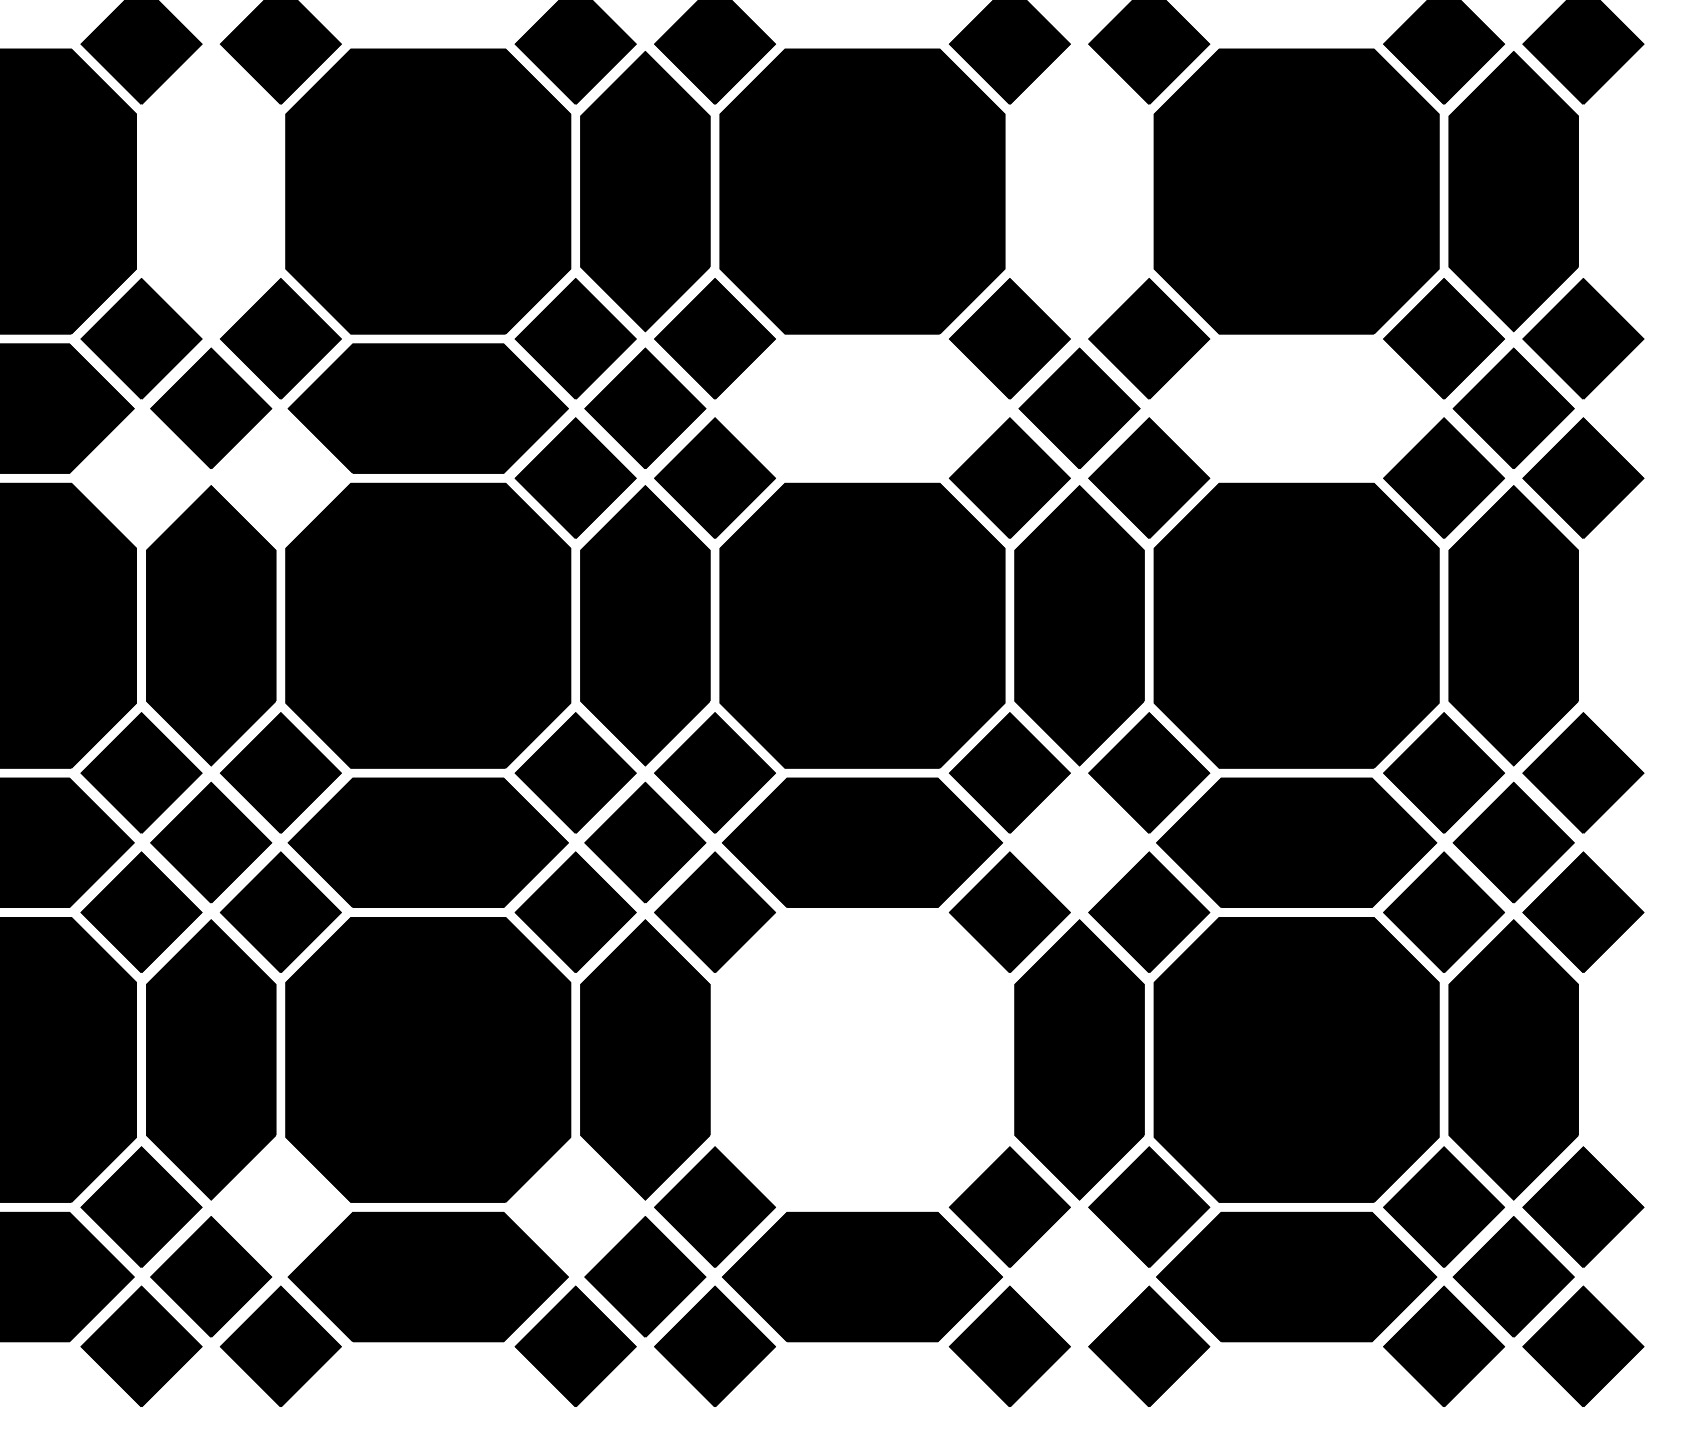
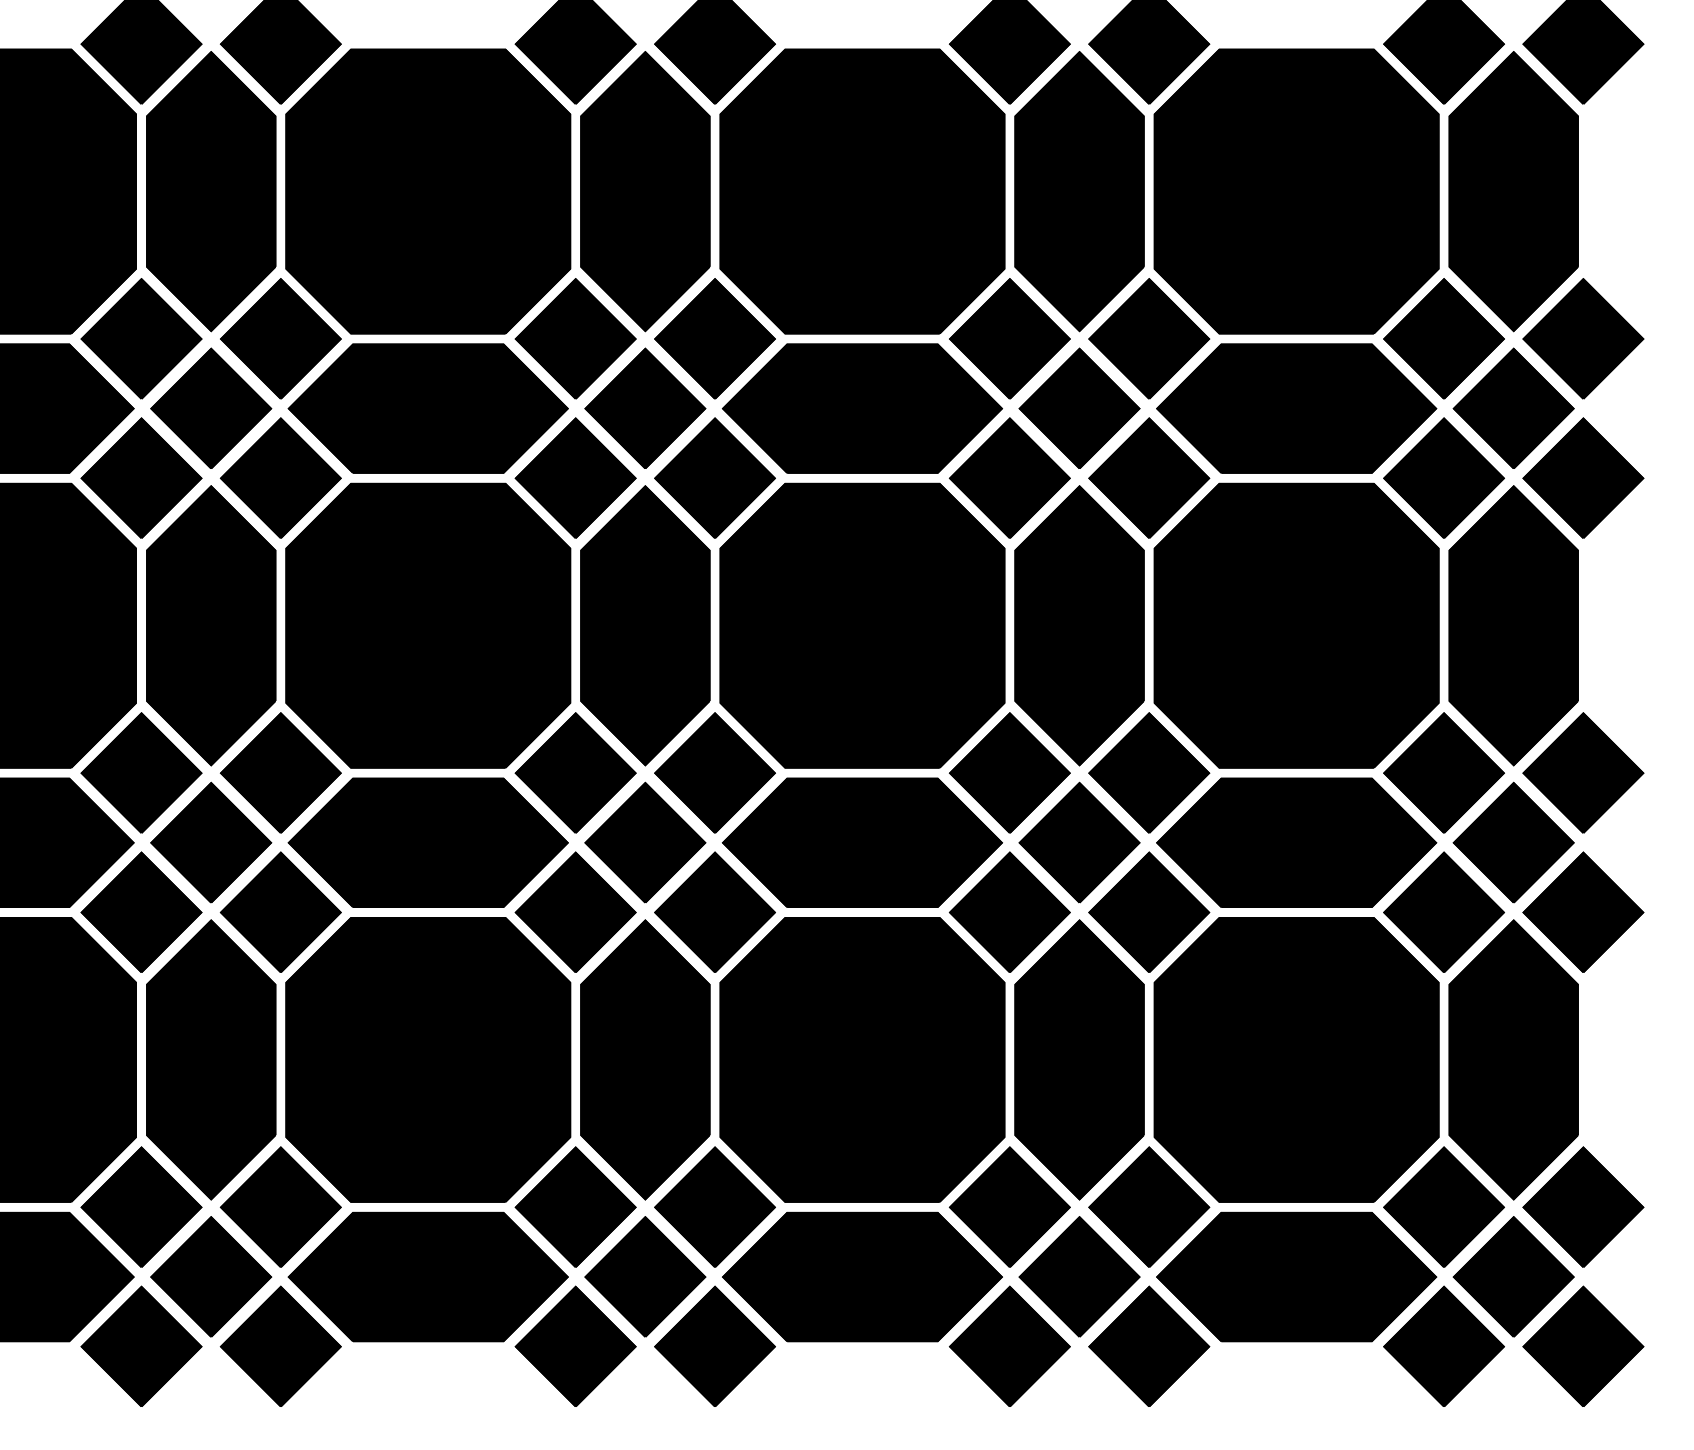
part at (211, 191): none -> present
part at (1079, 191): none -> present
part at (861, 408): none -> present
part at (1296, 408): none -> present
part at (141, 477): none -> present
part at (280, 477): none -> present
part at (1079, 842): none -> present
part at (862, 1059): none -> present
part at (280, 1206): none -> present
part at (575, 1206): none -> present
part at (1079, 1276): none -> present
